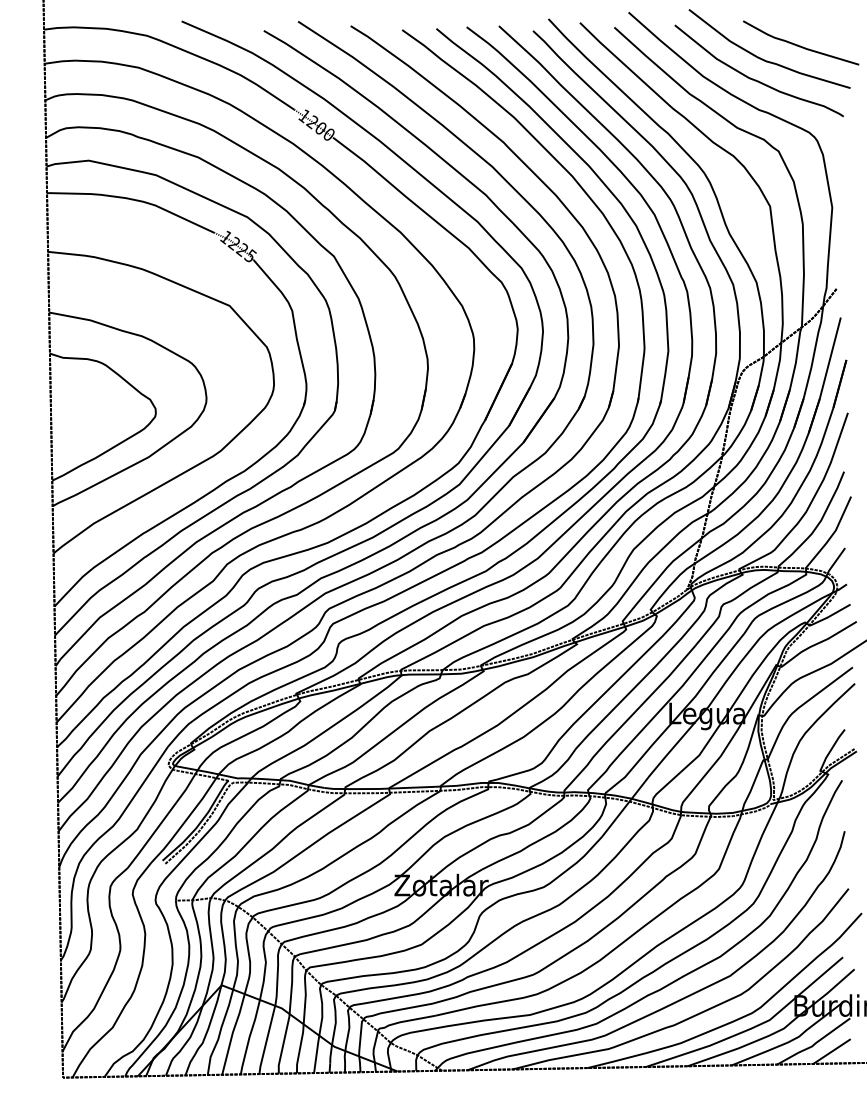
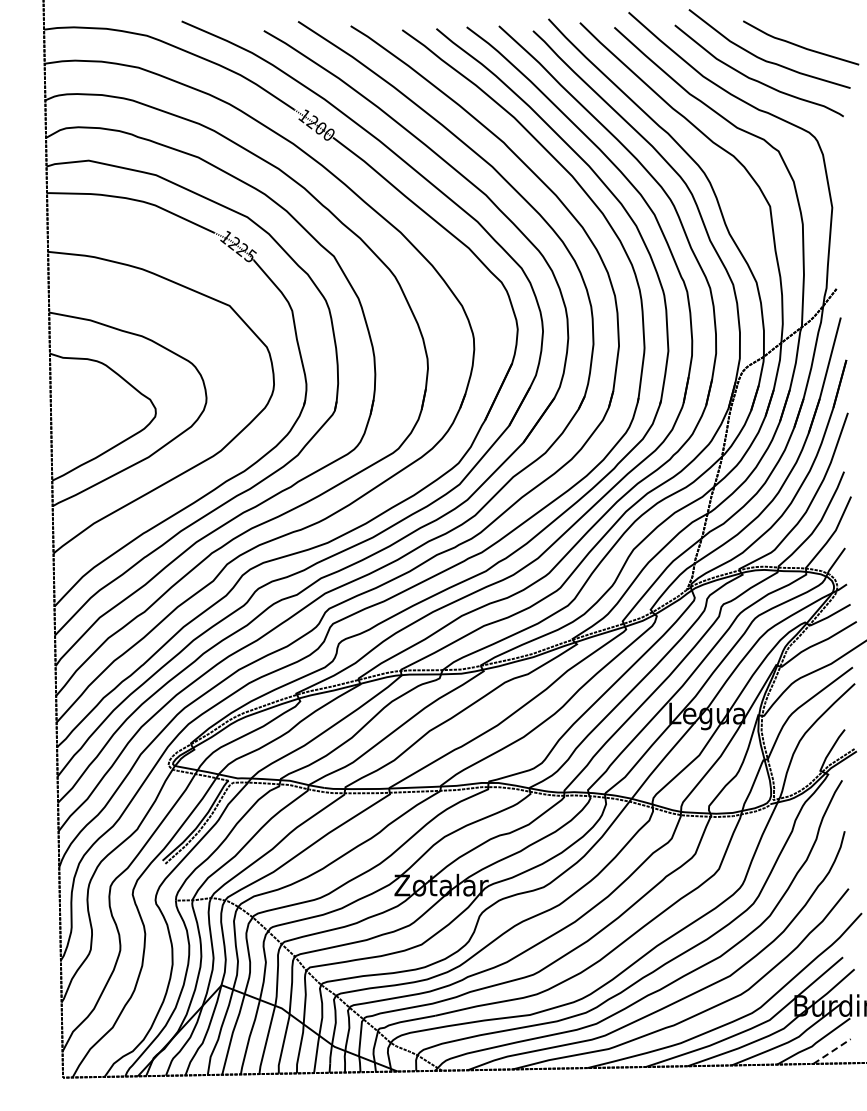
line at (832, 1051): solid -> dashed
